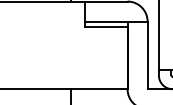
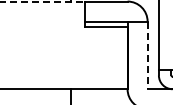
line at (43, 1): solid -> dashed
line at (147, 55): solid -> dashed
